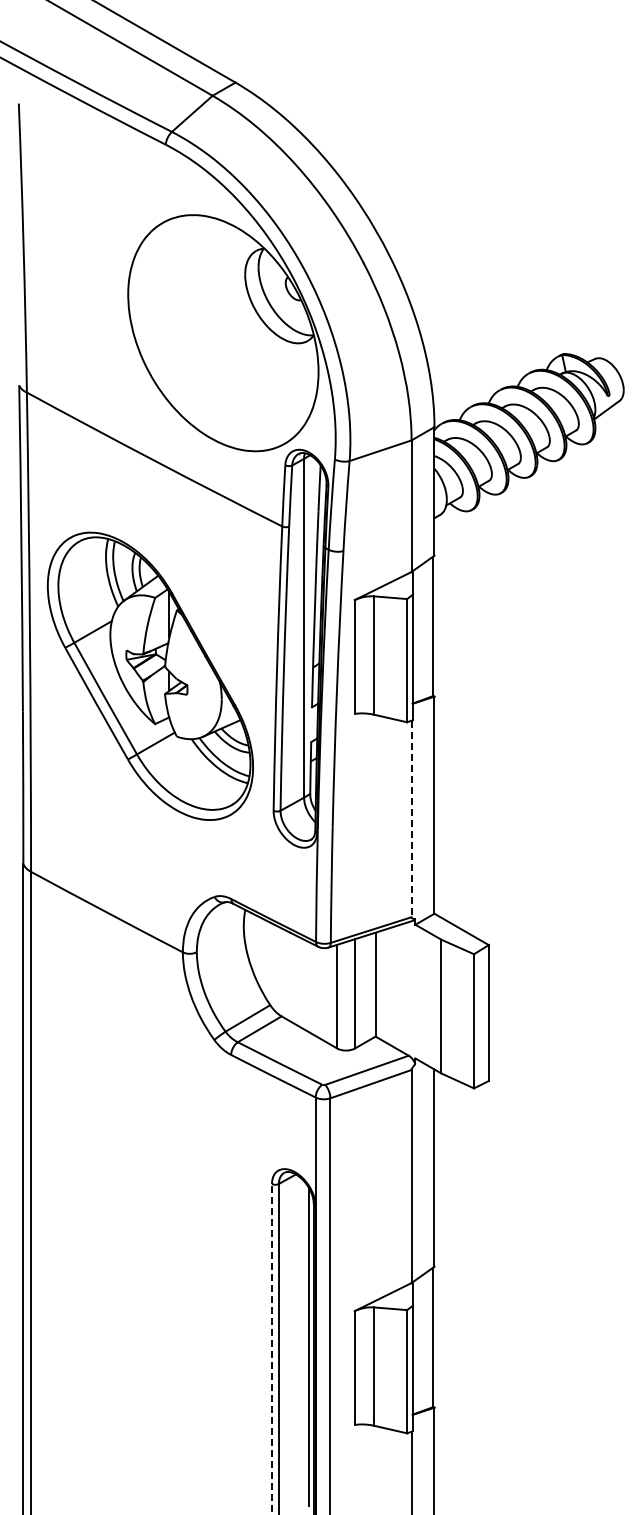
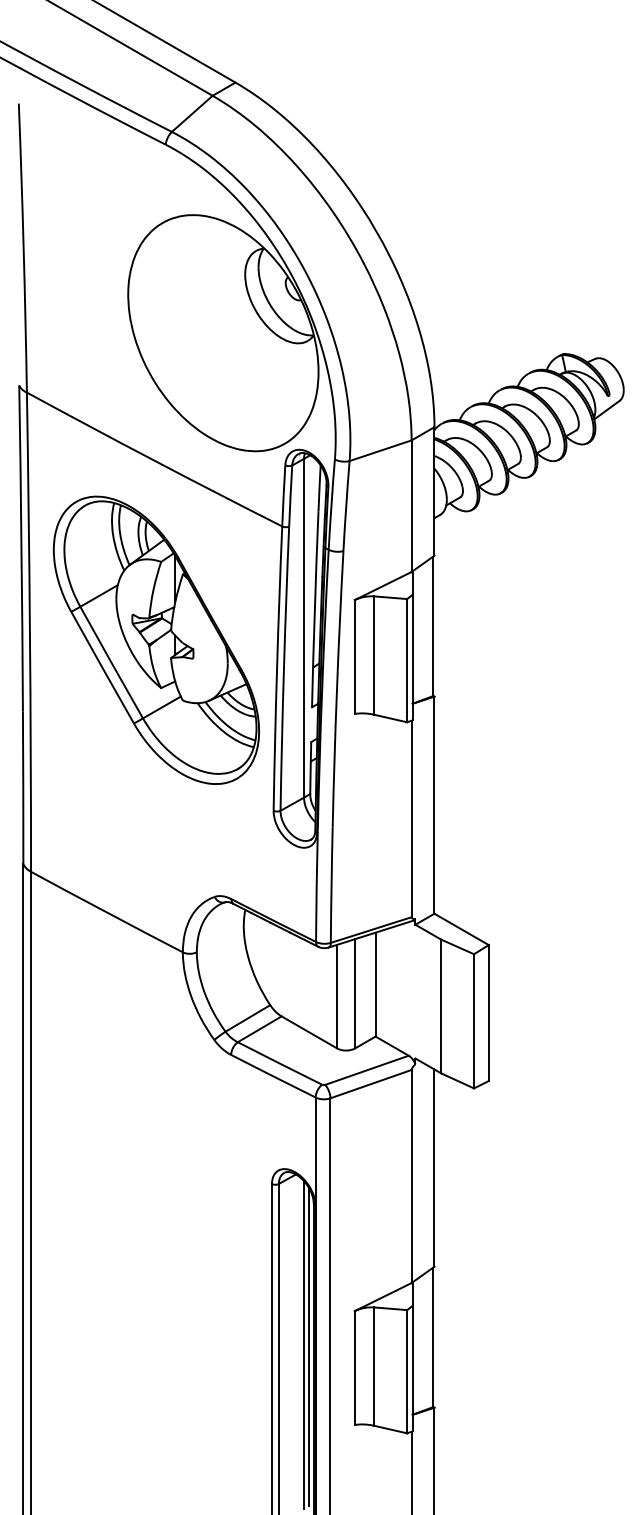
part at (149, 675) position: (149, 675) -> (155, 639)
line at (411, 819): dashed -> solid
line at (304, 1344): none -> present
line at (272, 1348): dashed -> solid
